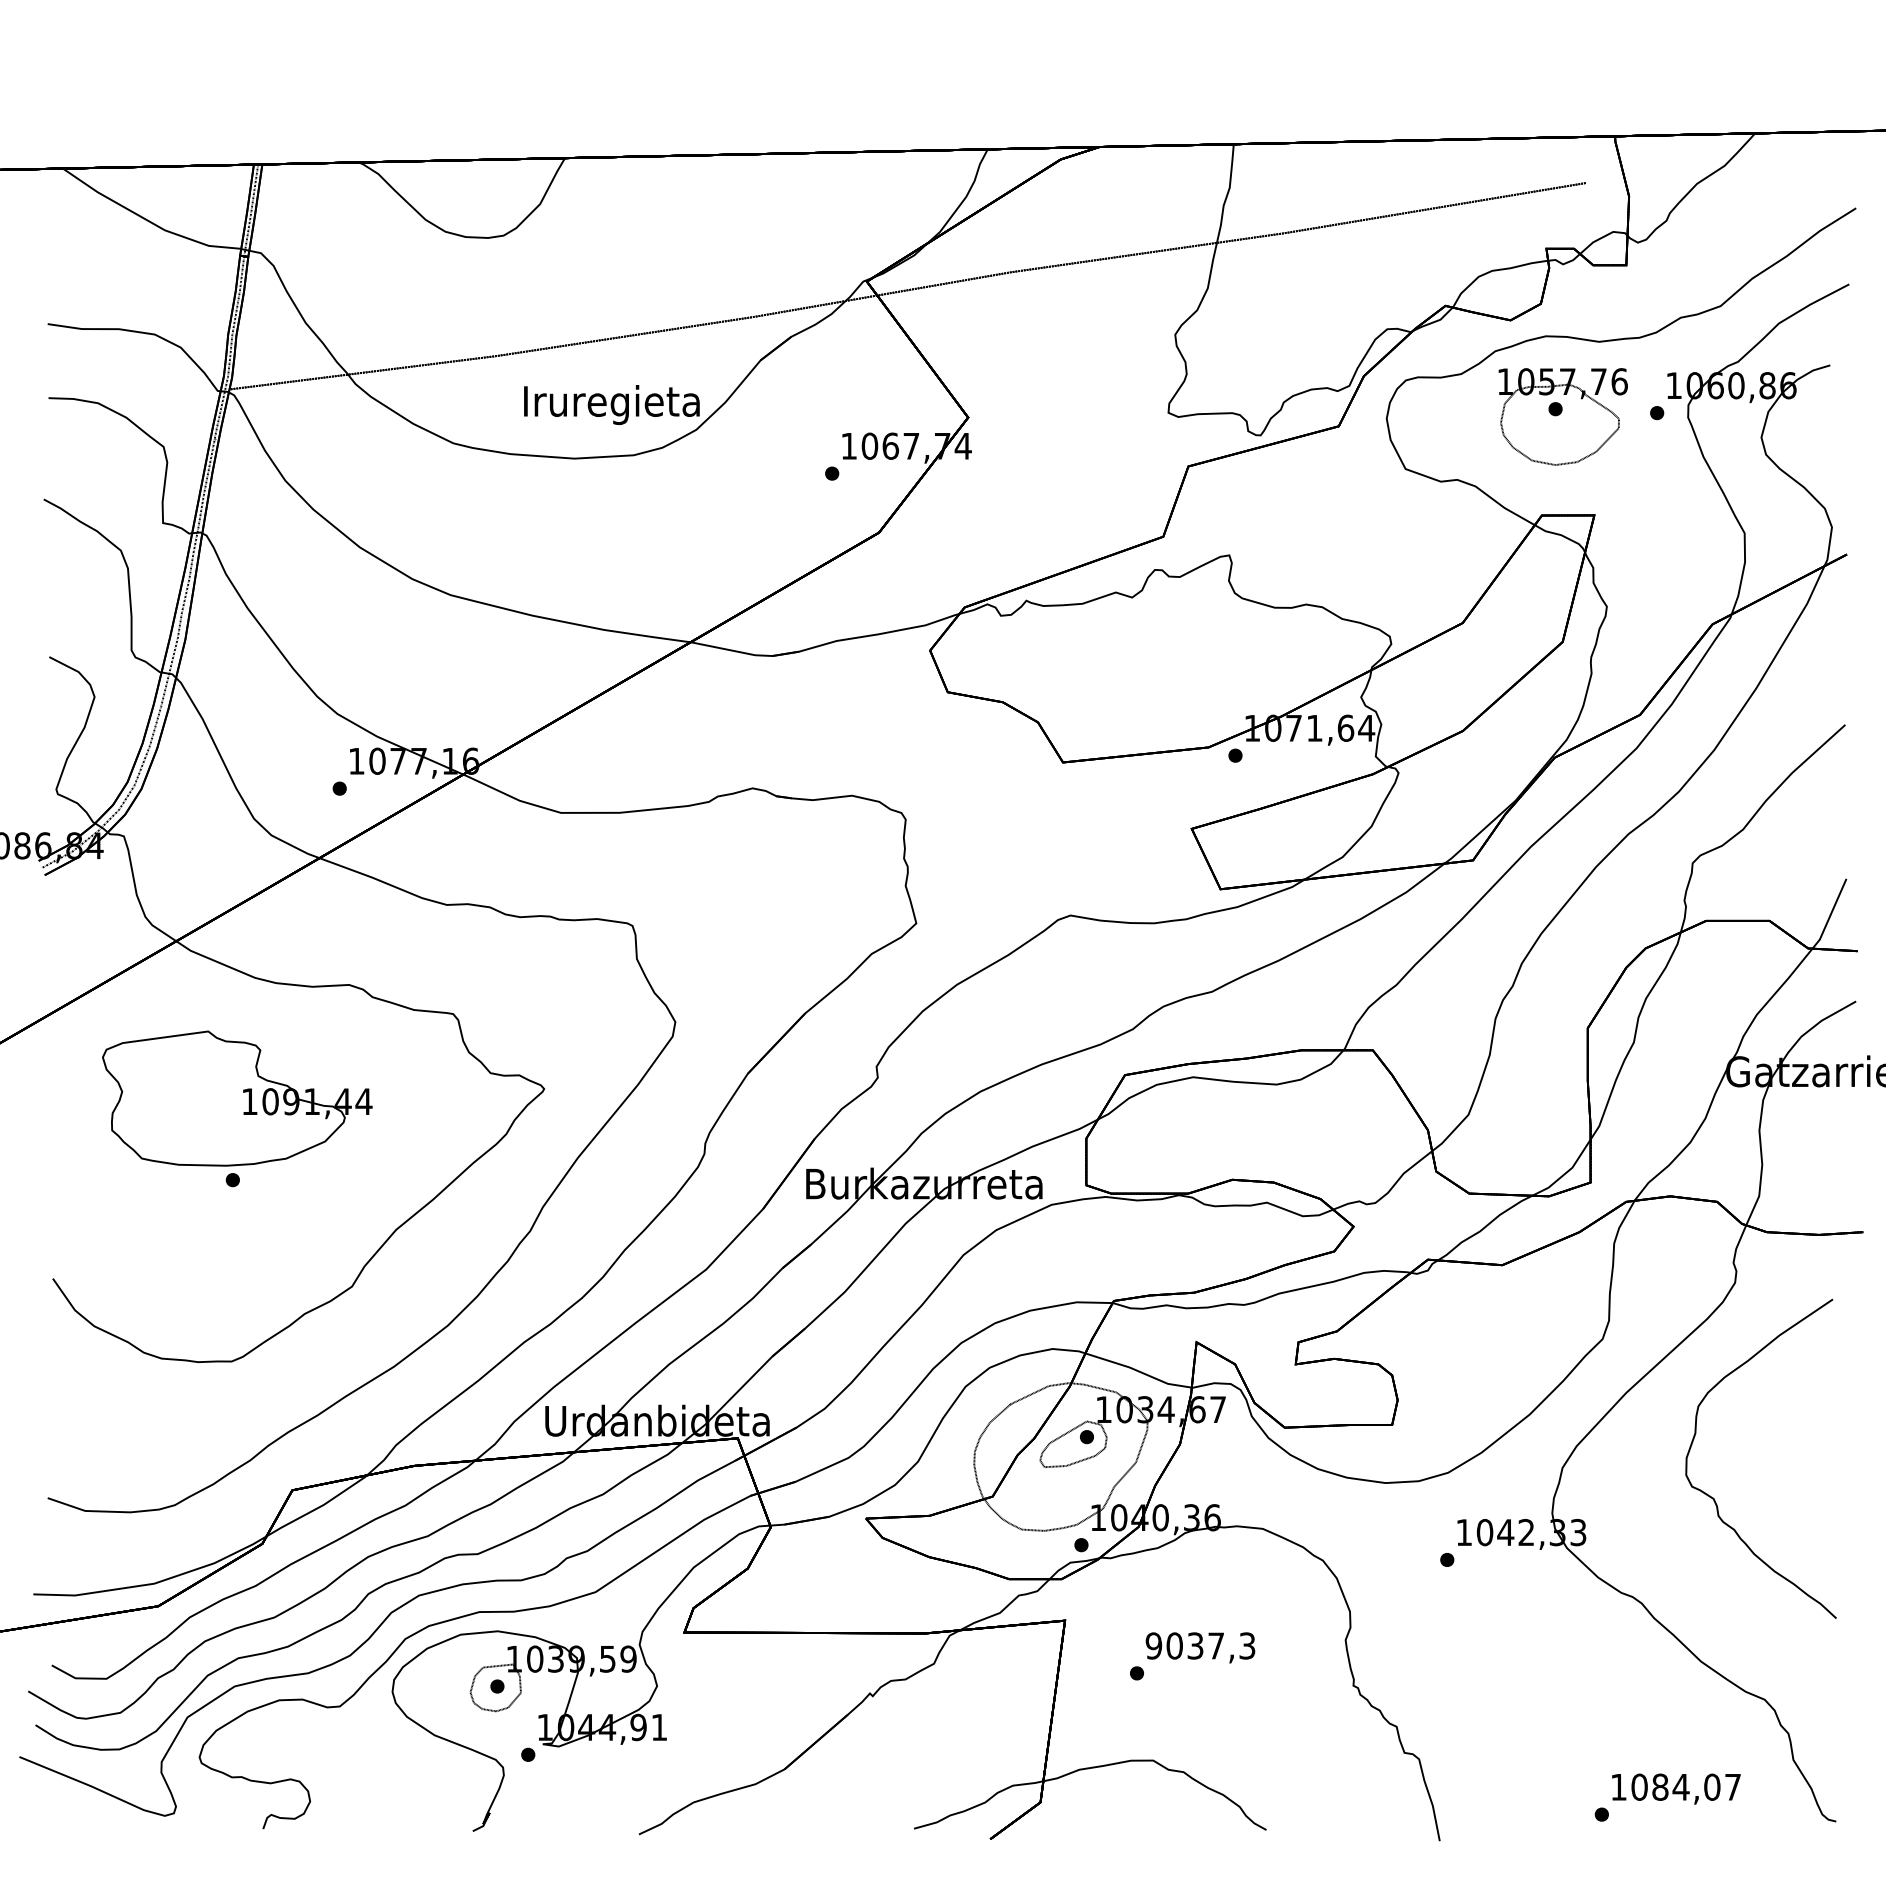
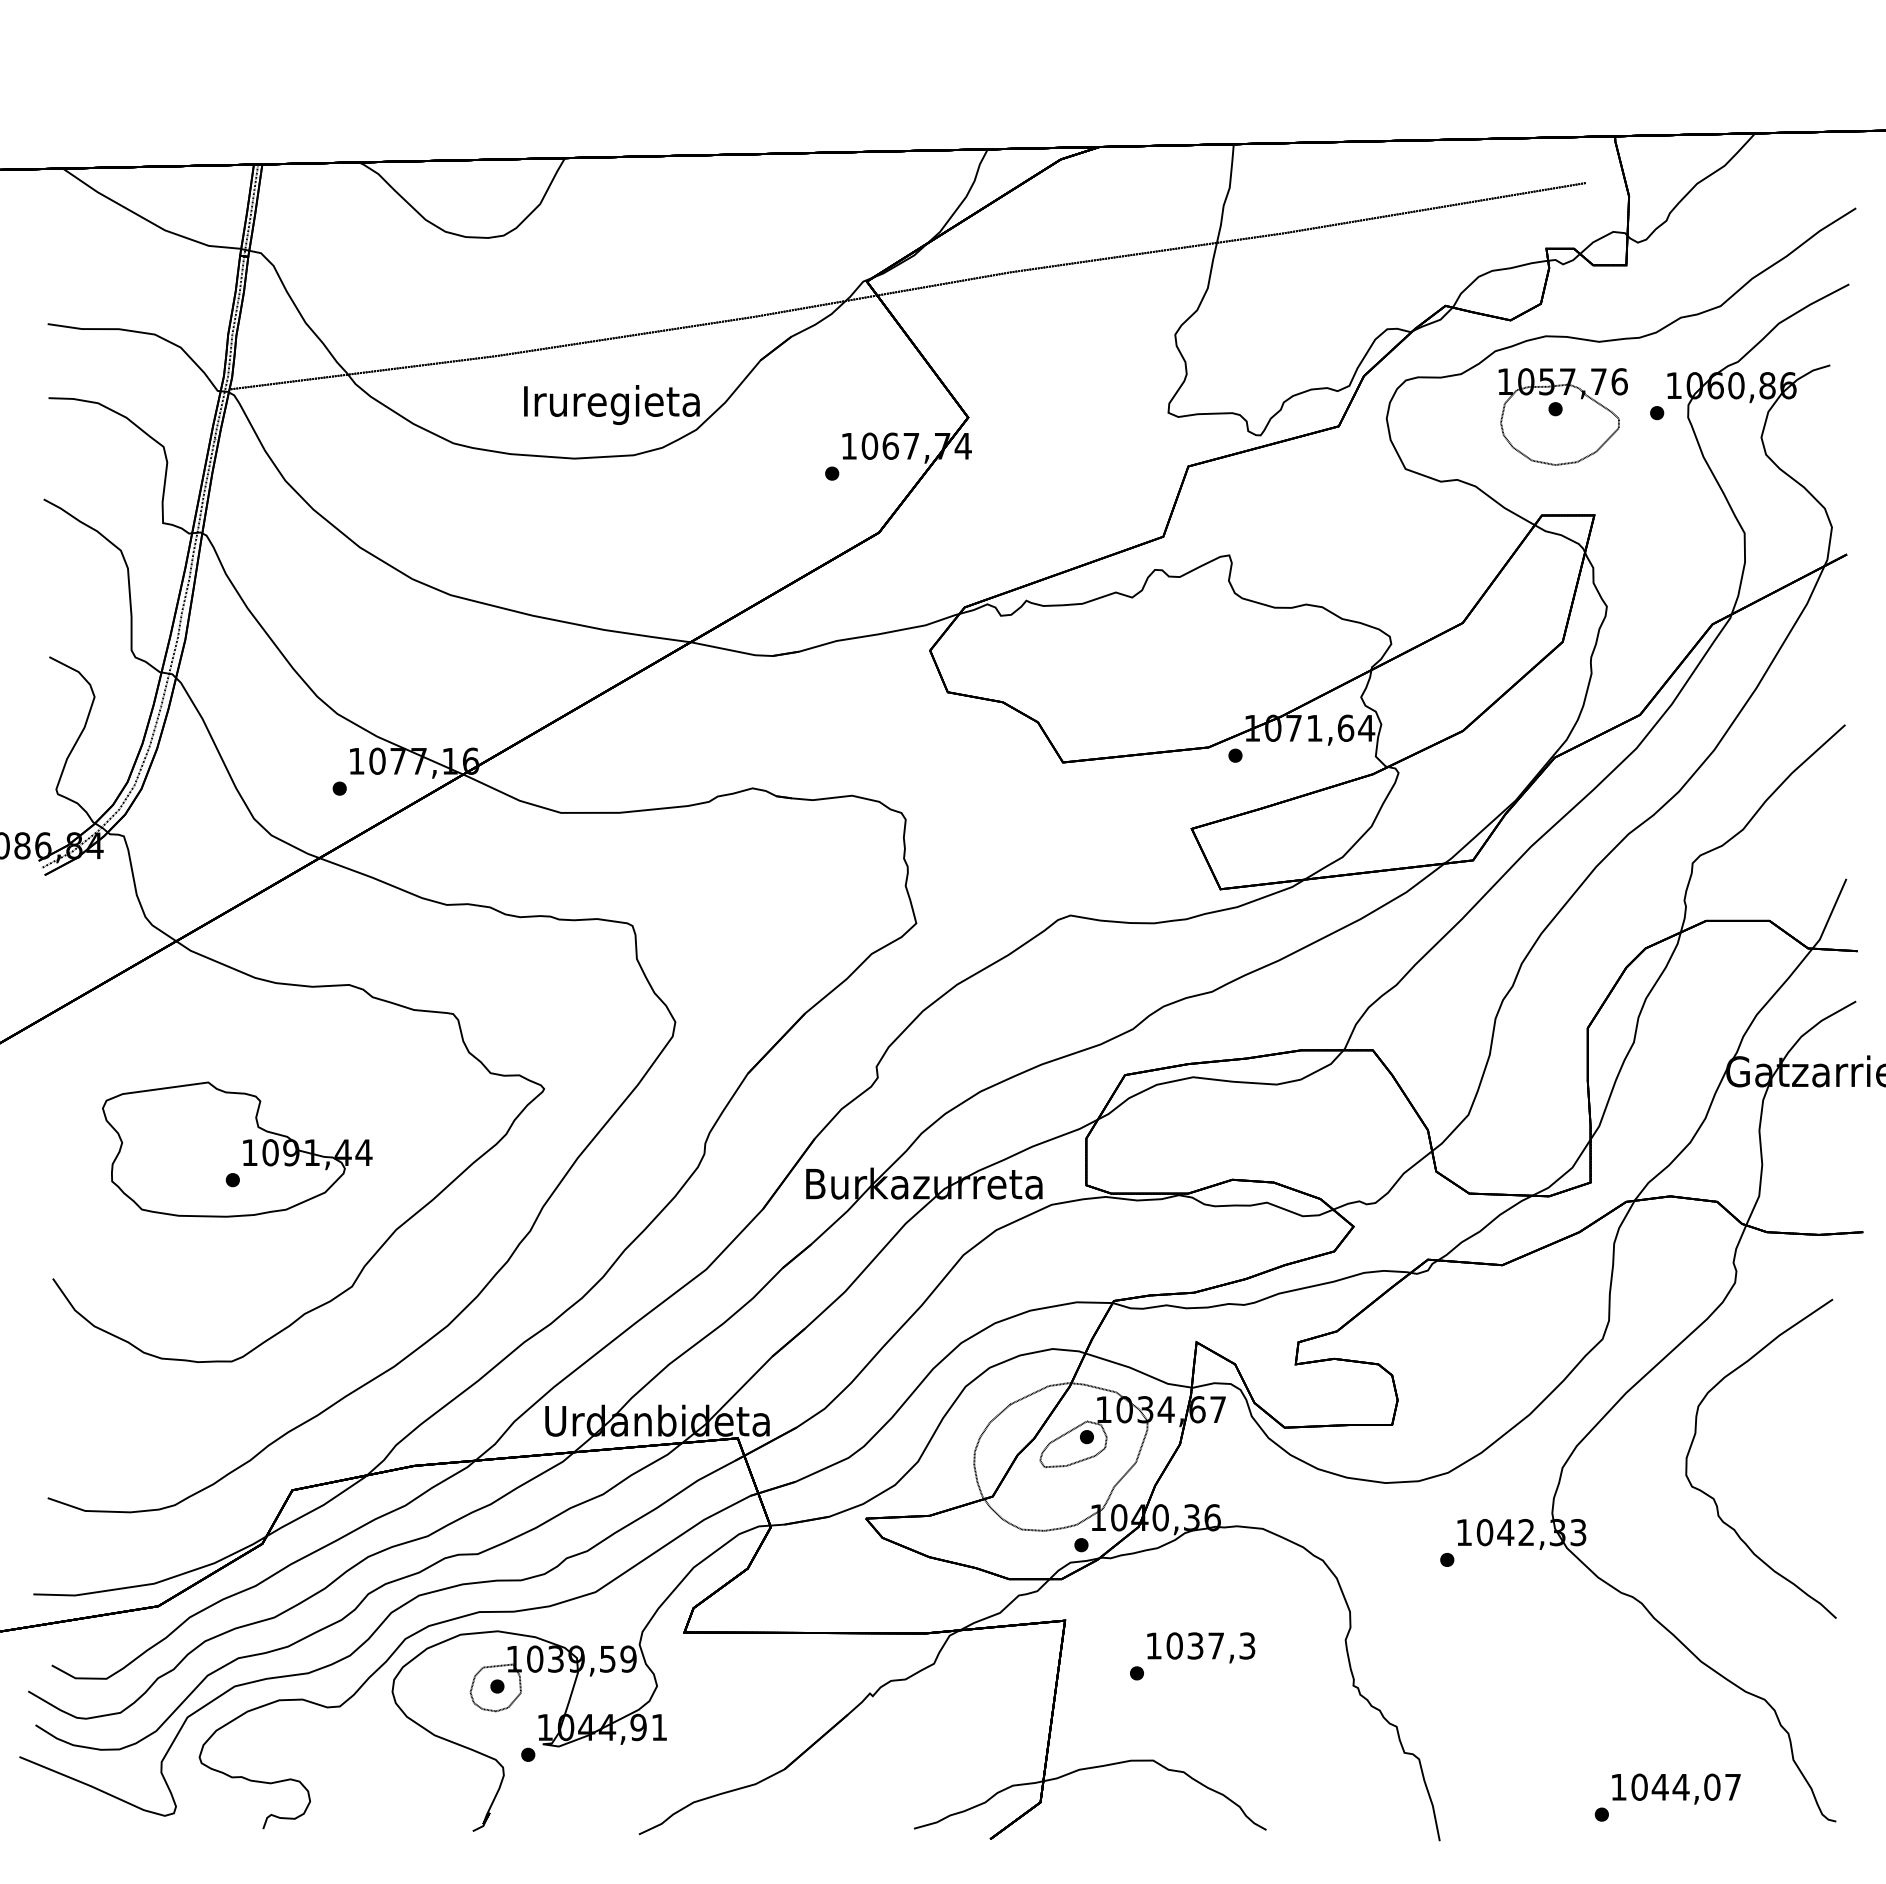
part at (237, 1098) position: (237, 1098) -> (237, 1149)
text at (1153, 1645): 9037,3 -> 1037,3
text at (1659, 1786): 1084,07 -> 1044,07
